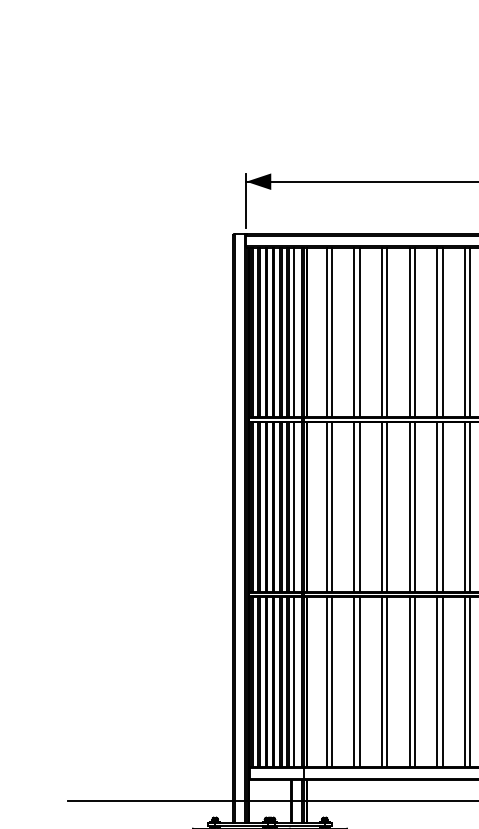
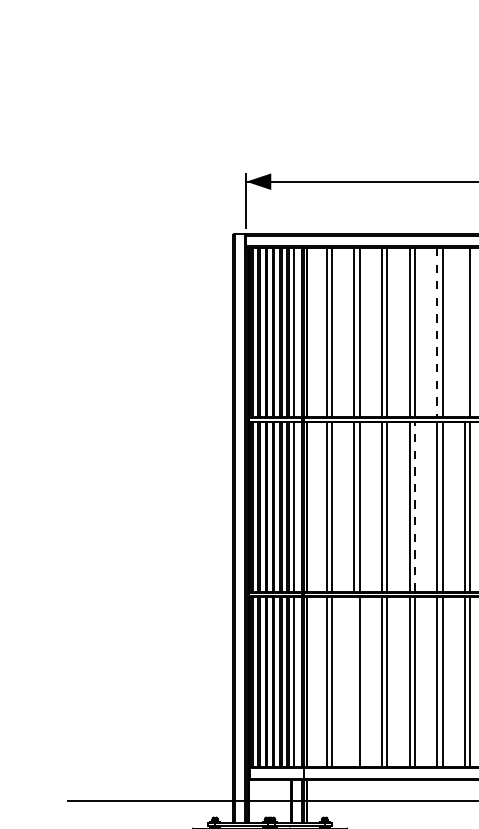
line at (464, 331): present -> none
line at (437, 332): solid -> dashed
line at (415, 507): solid -> dashed
line at (354, 681): present -> none
